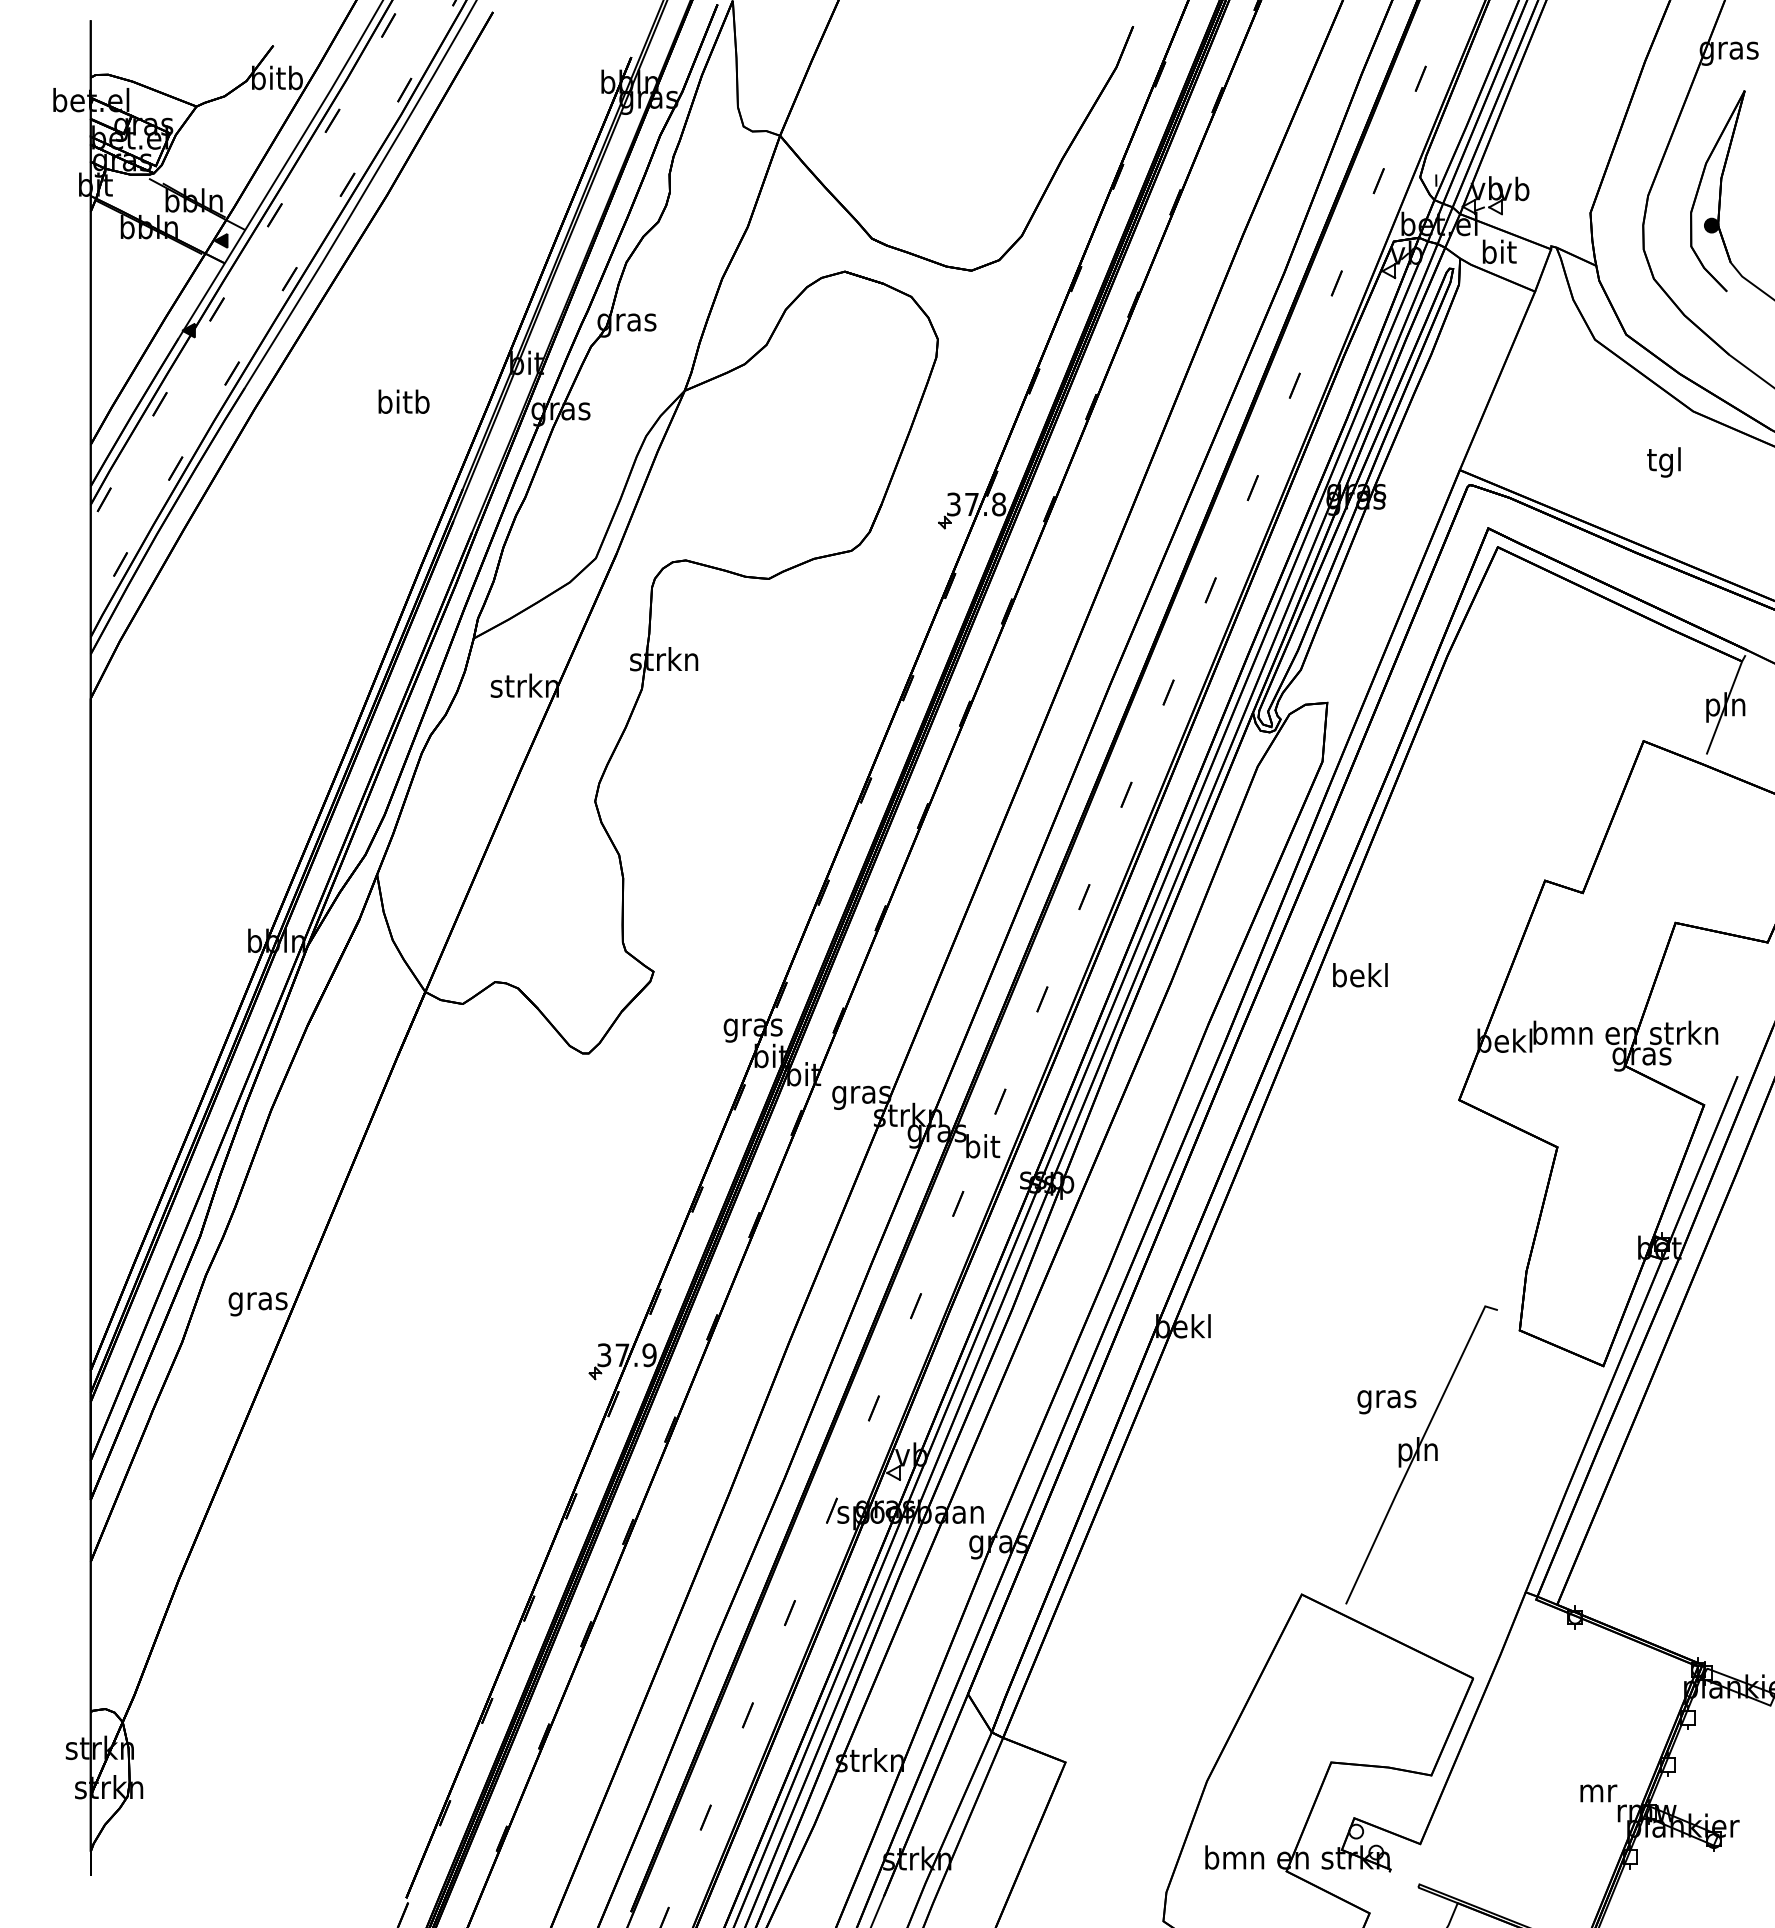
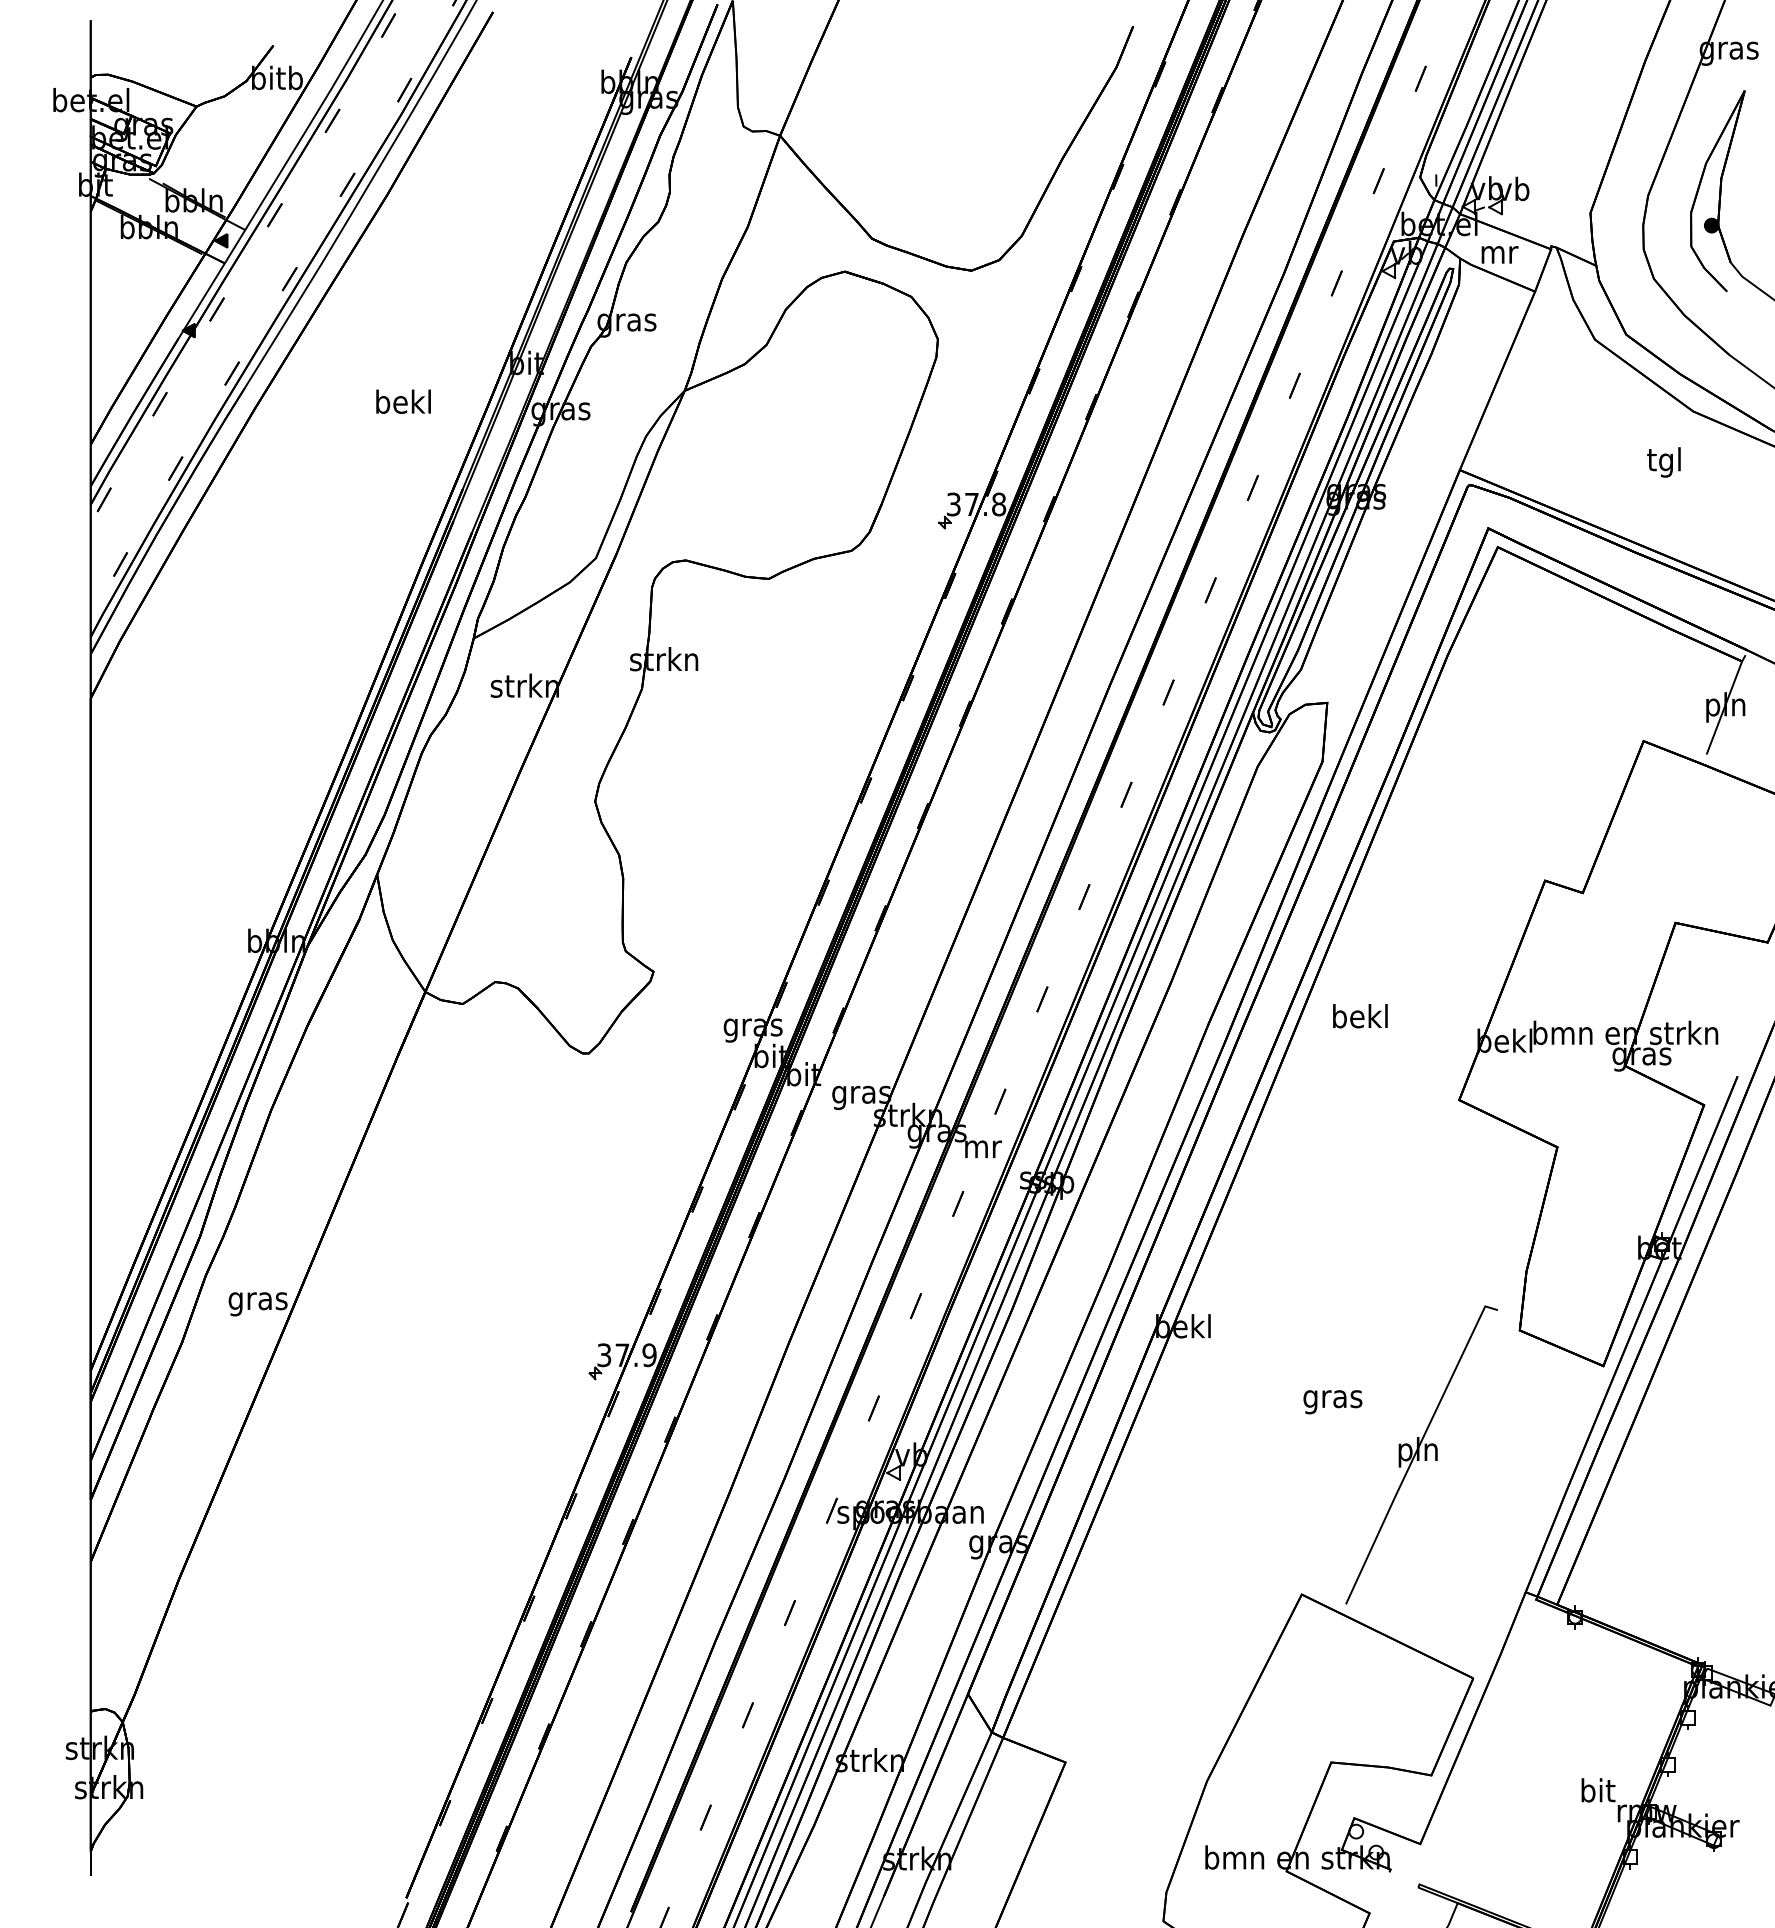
text at (1499, 251): bit -> mr
text at (403, 401): bitb -> bekl
text at (1360, 975) position: (1360, 975) -> (1360, 1016)
text at (983, 1146): bit -> mr
text at (1386, 1402) position: (1386, 1402) -> (1332, 1402)
text at (1598, 1790): mr -> bit
